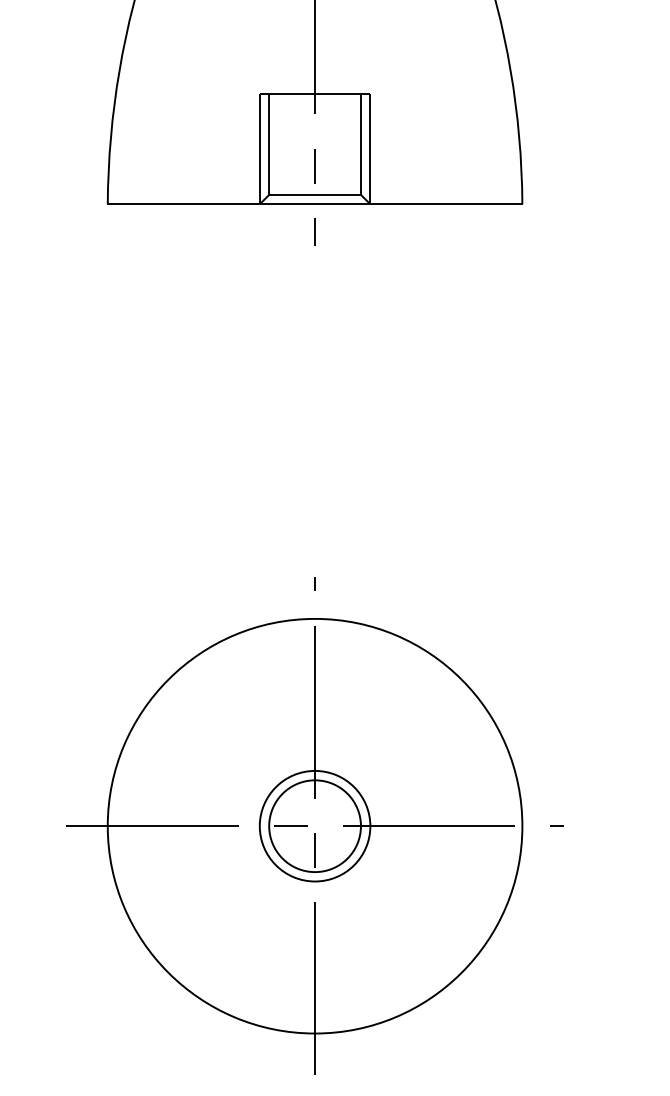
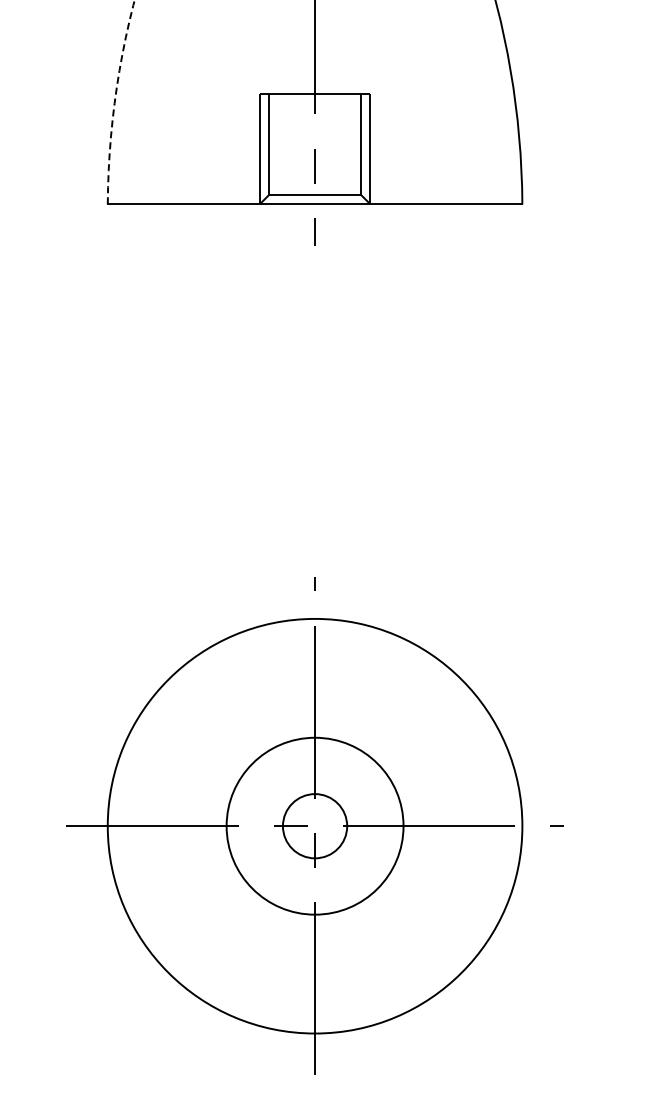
arc at (114, 101): solid -> dashed
circle at (314, 825) diameter: 111 px -> 177 px
circle at (314, 826) diameter: 92 px -> 64 px
